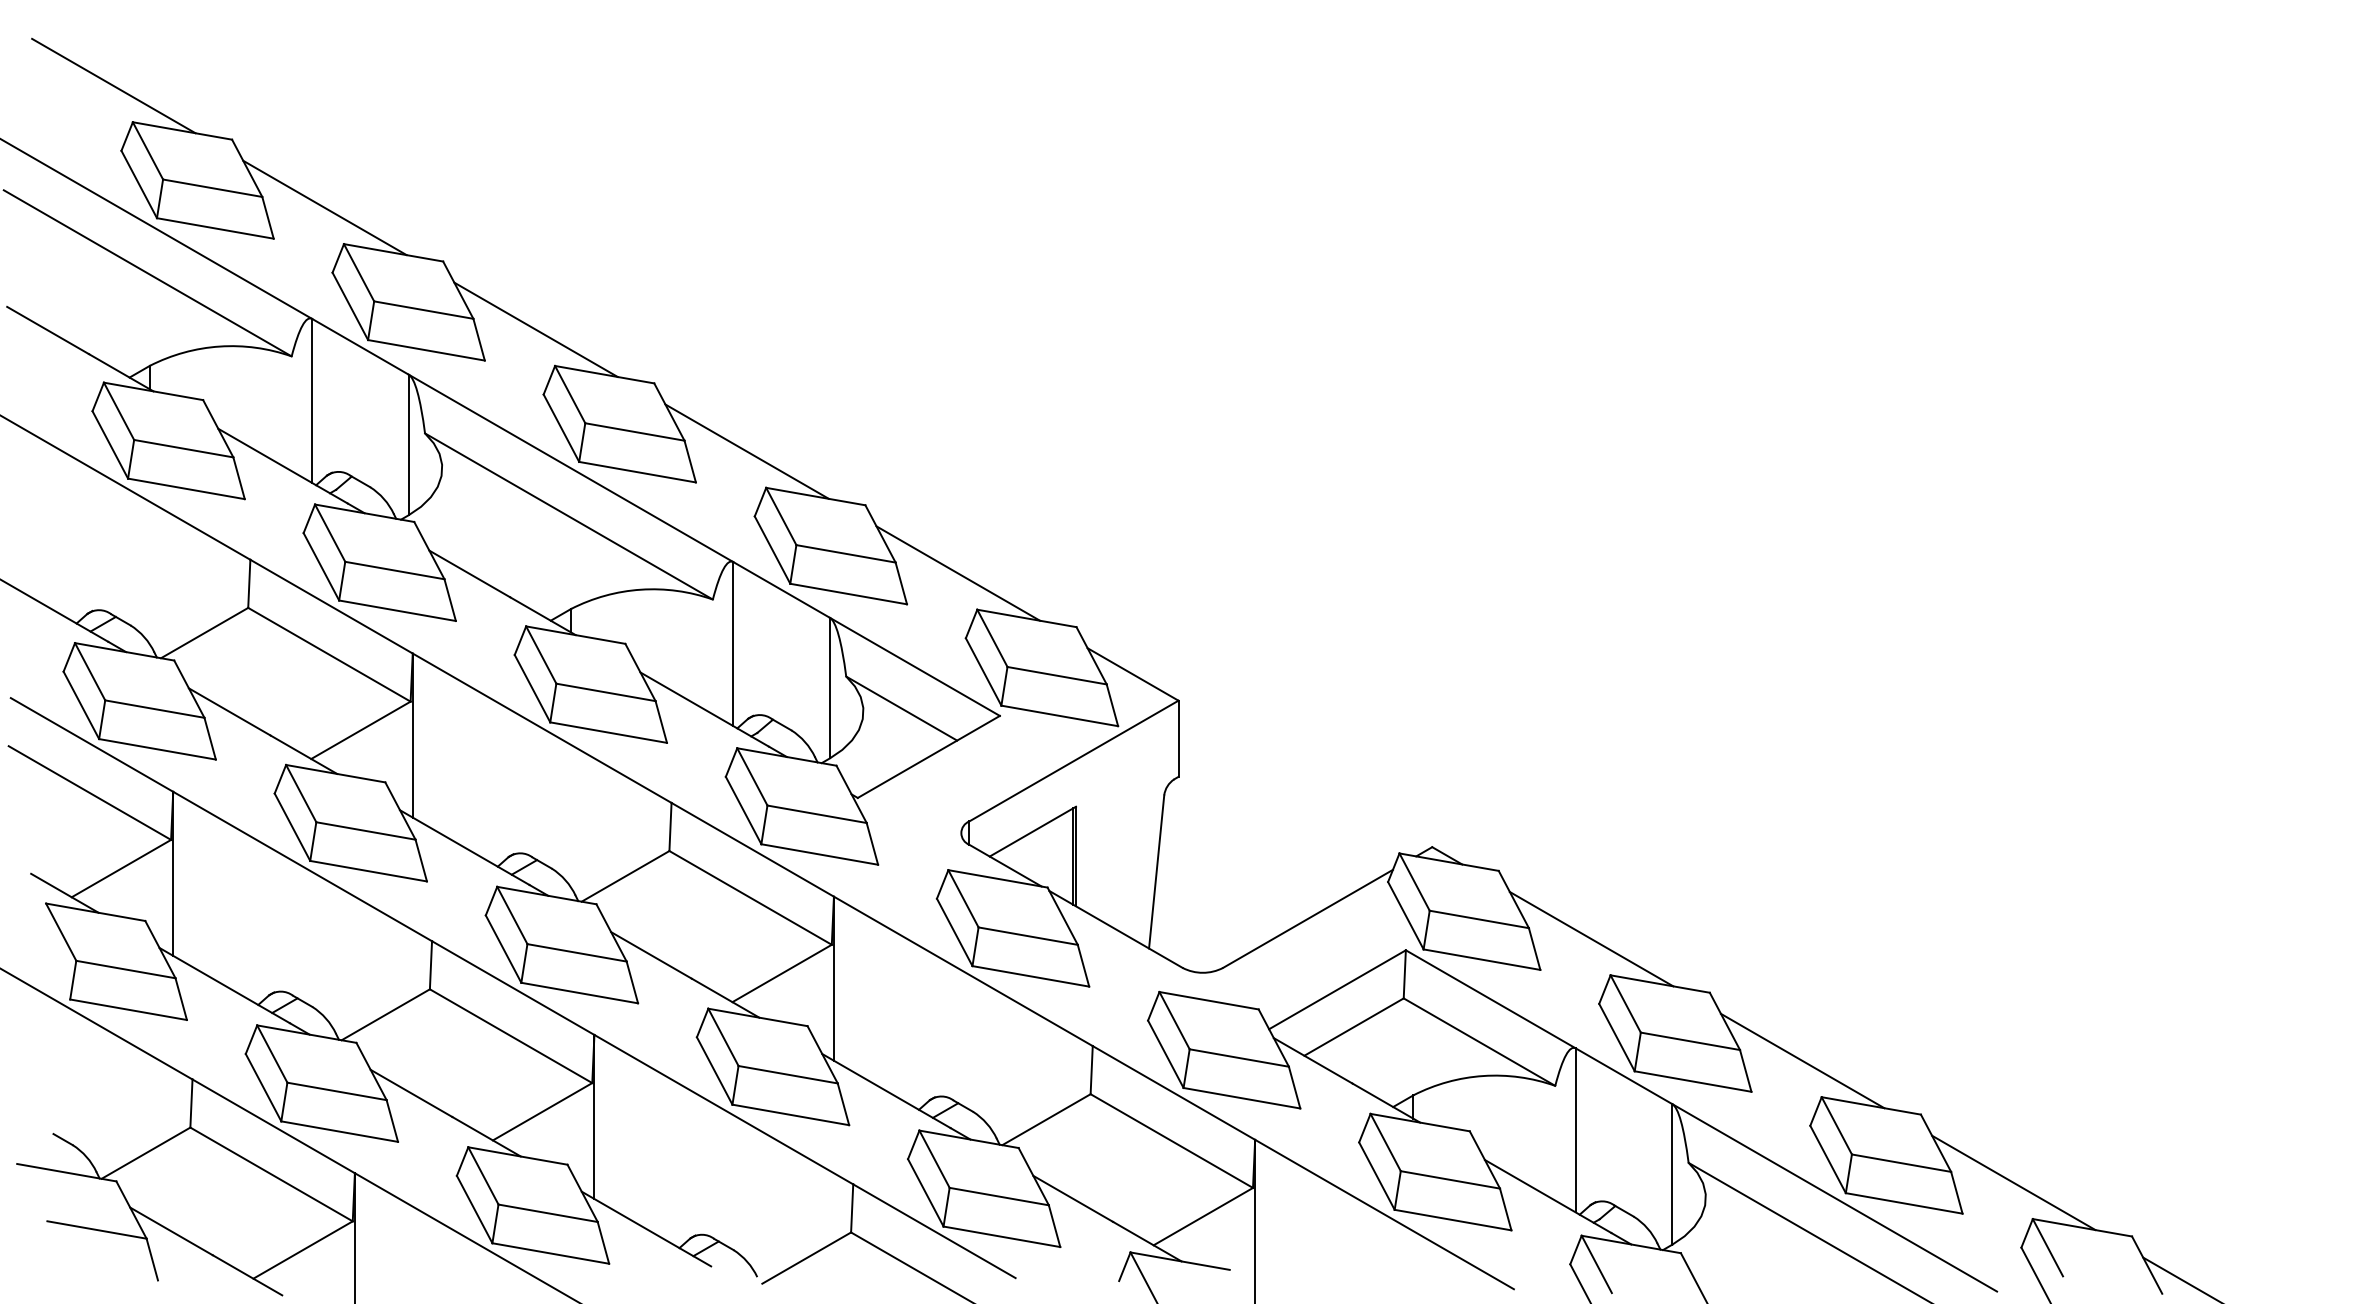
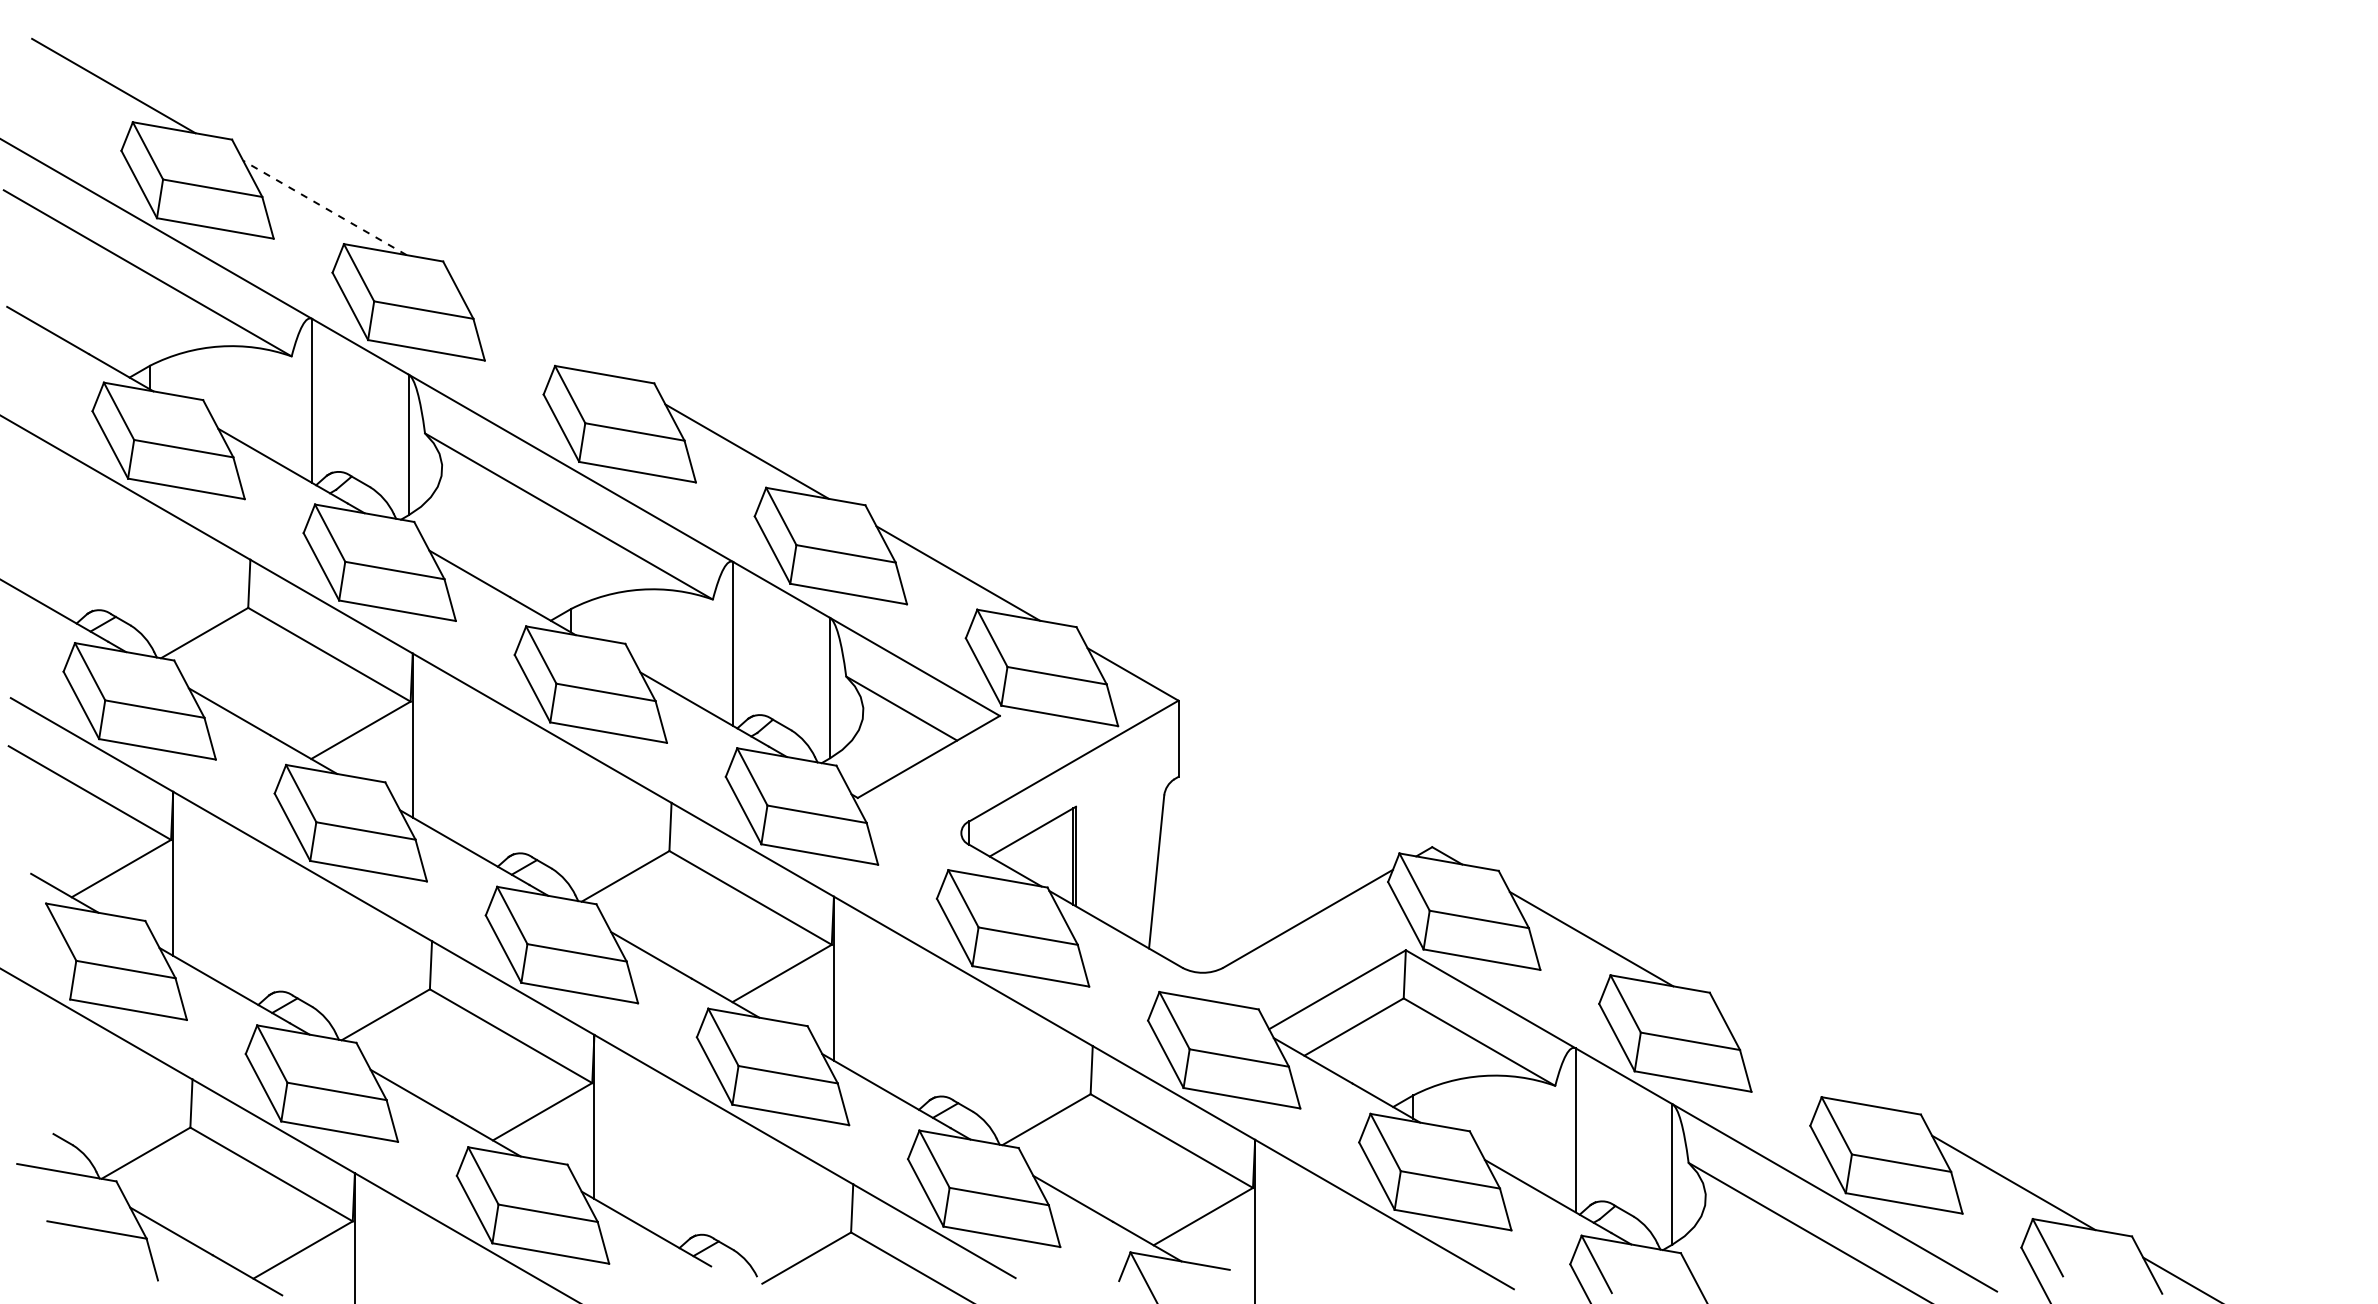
line at (324, 207): solid -> dashed
line at (535, 329): present -> none
line at (1802, 1060): present -> none
